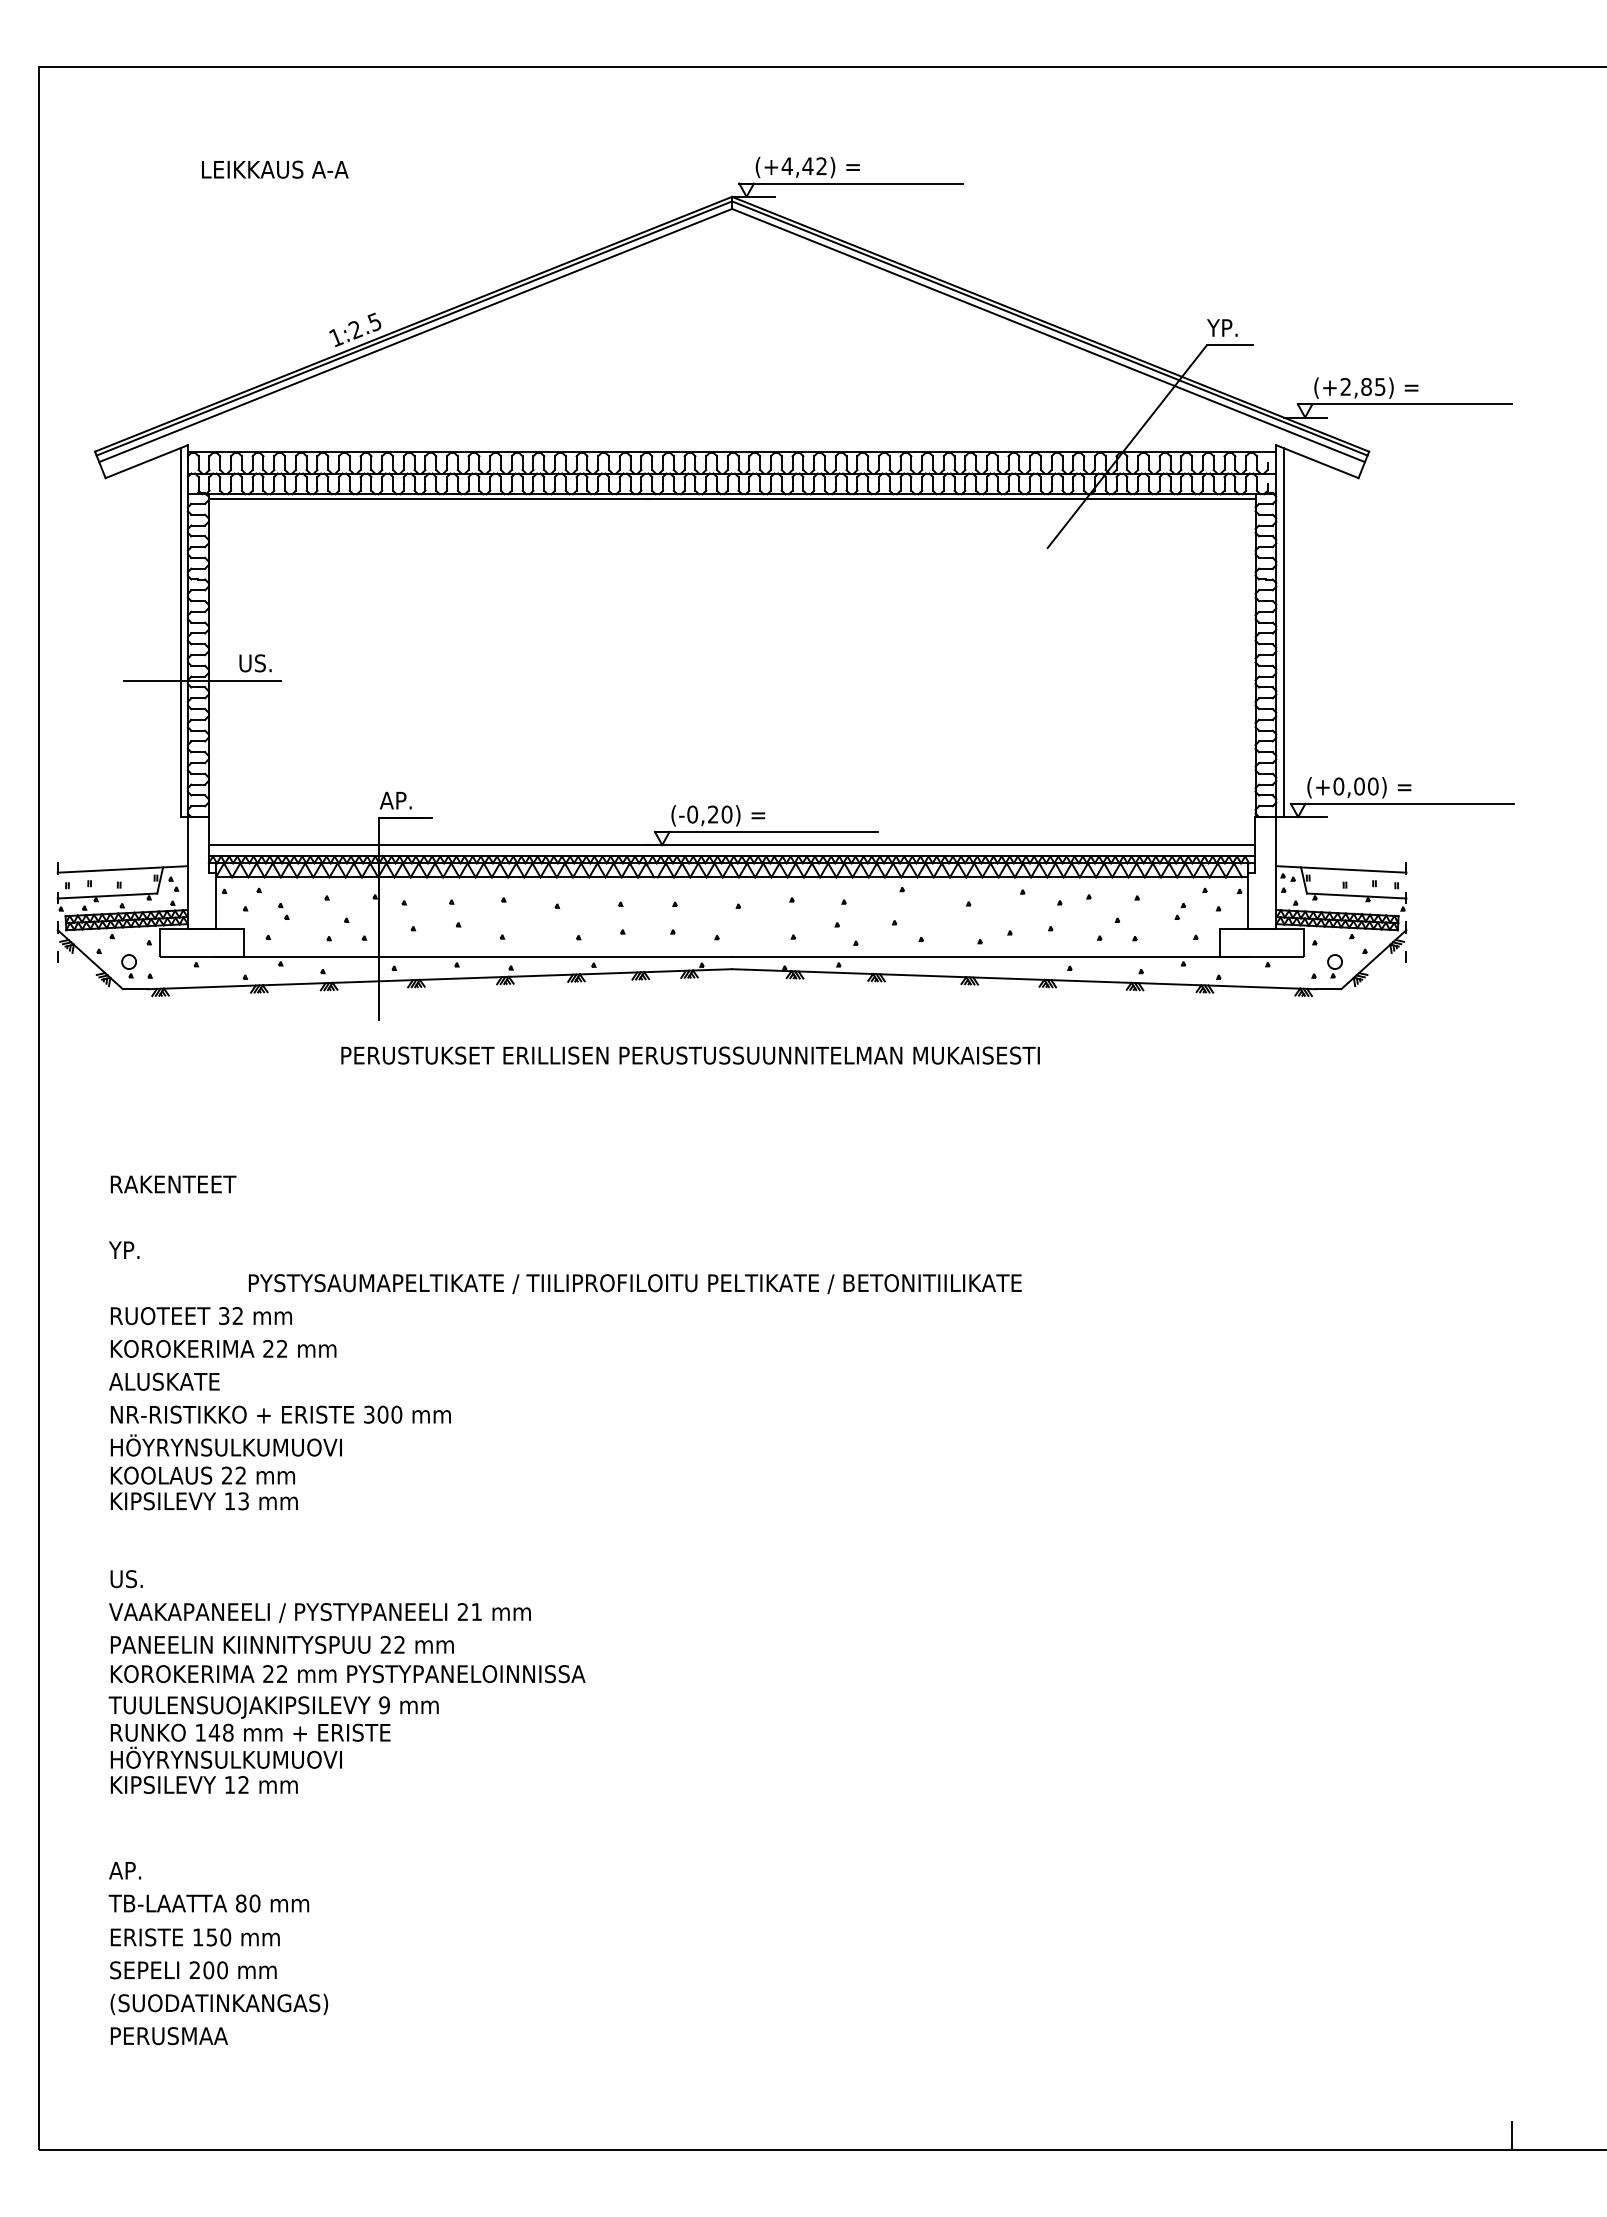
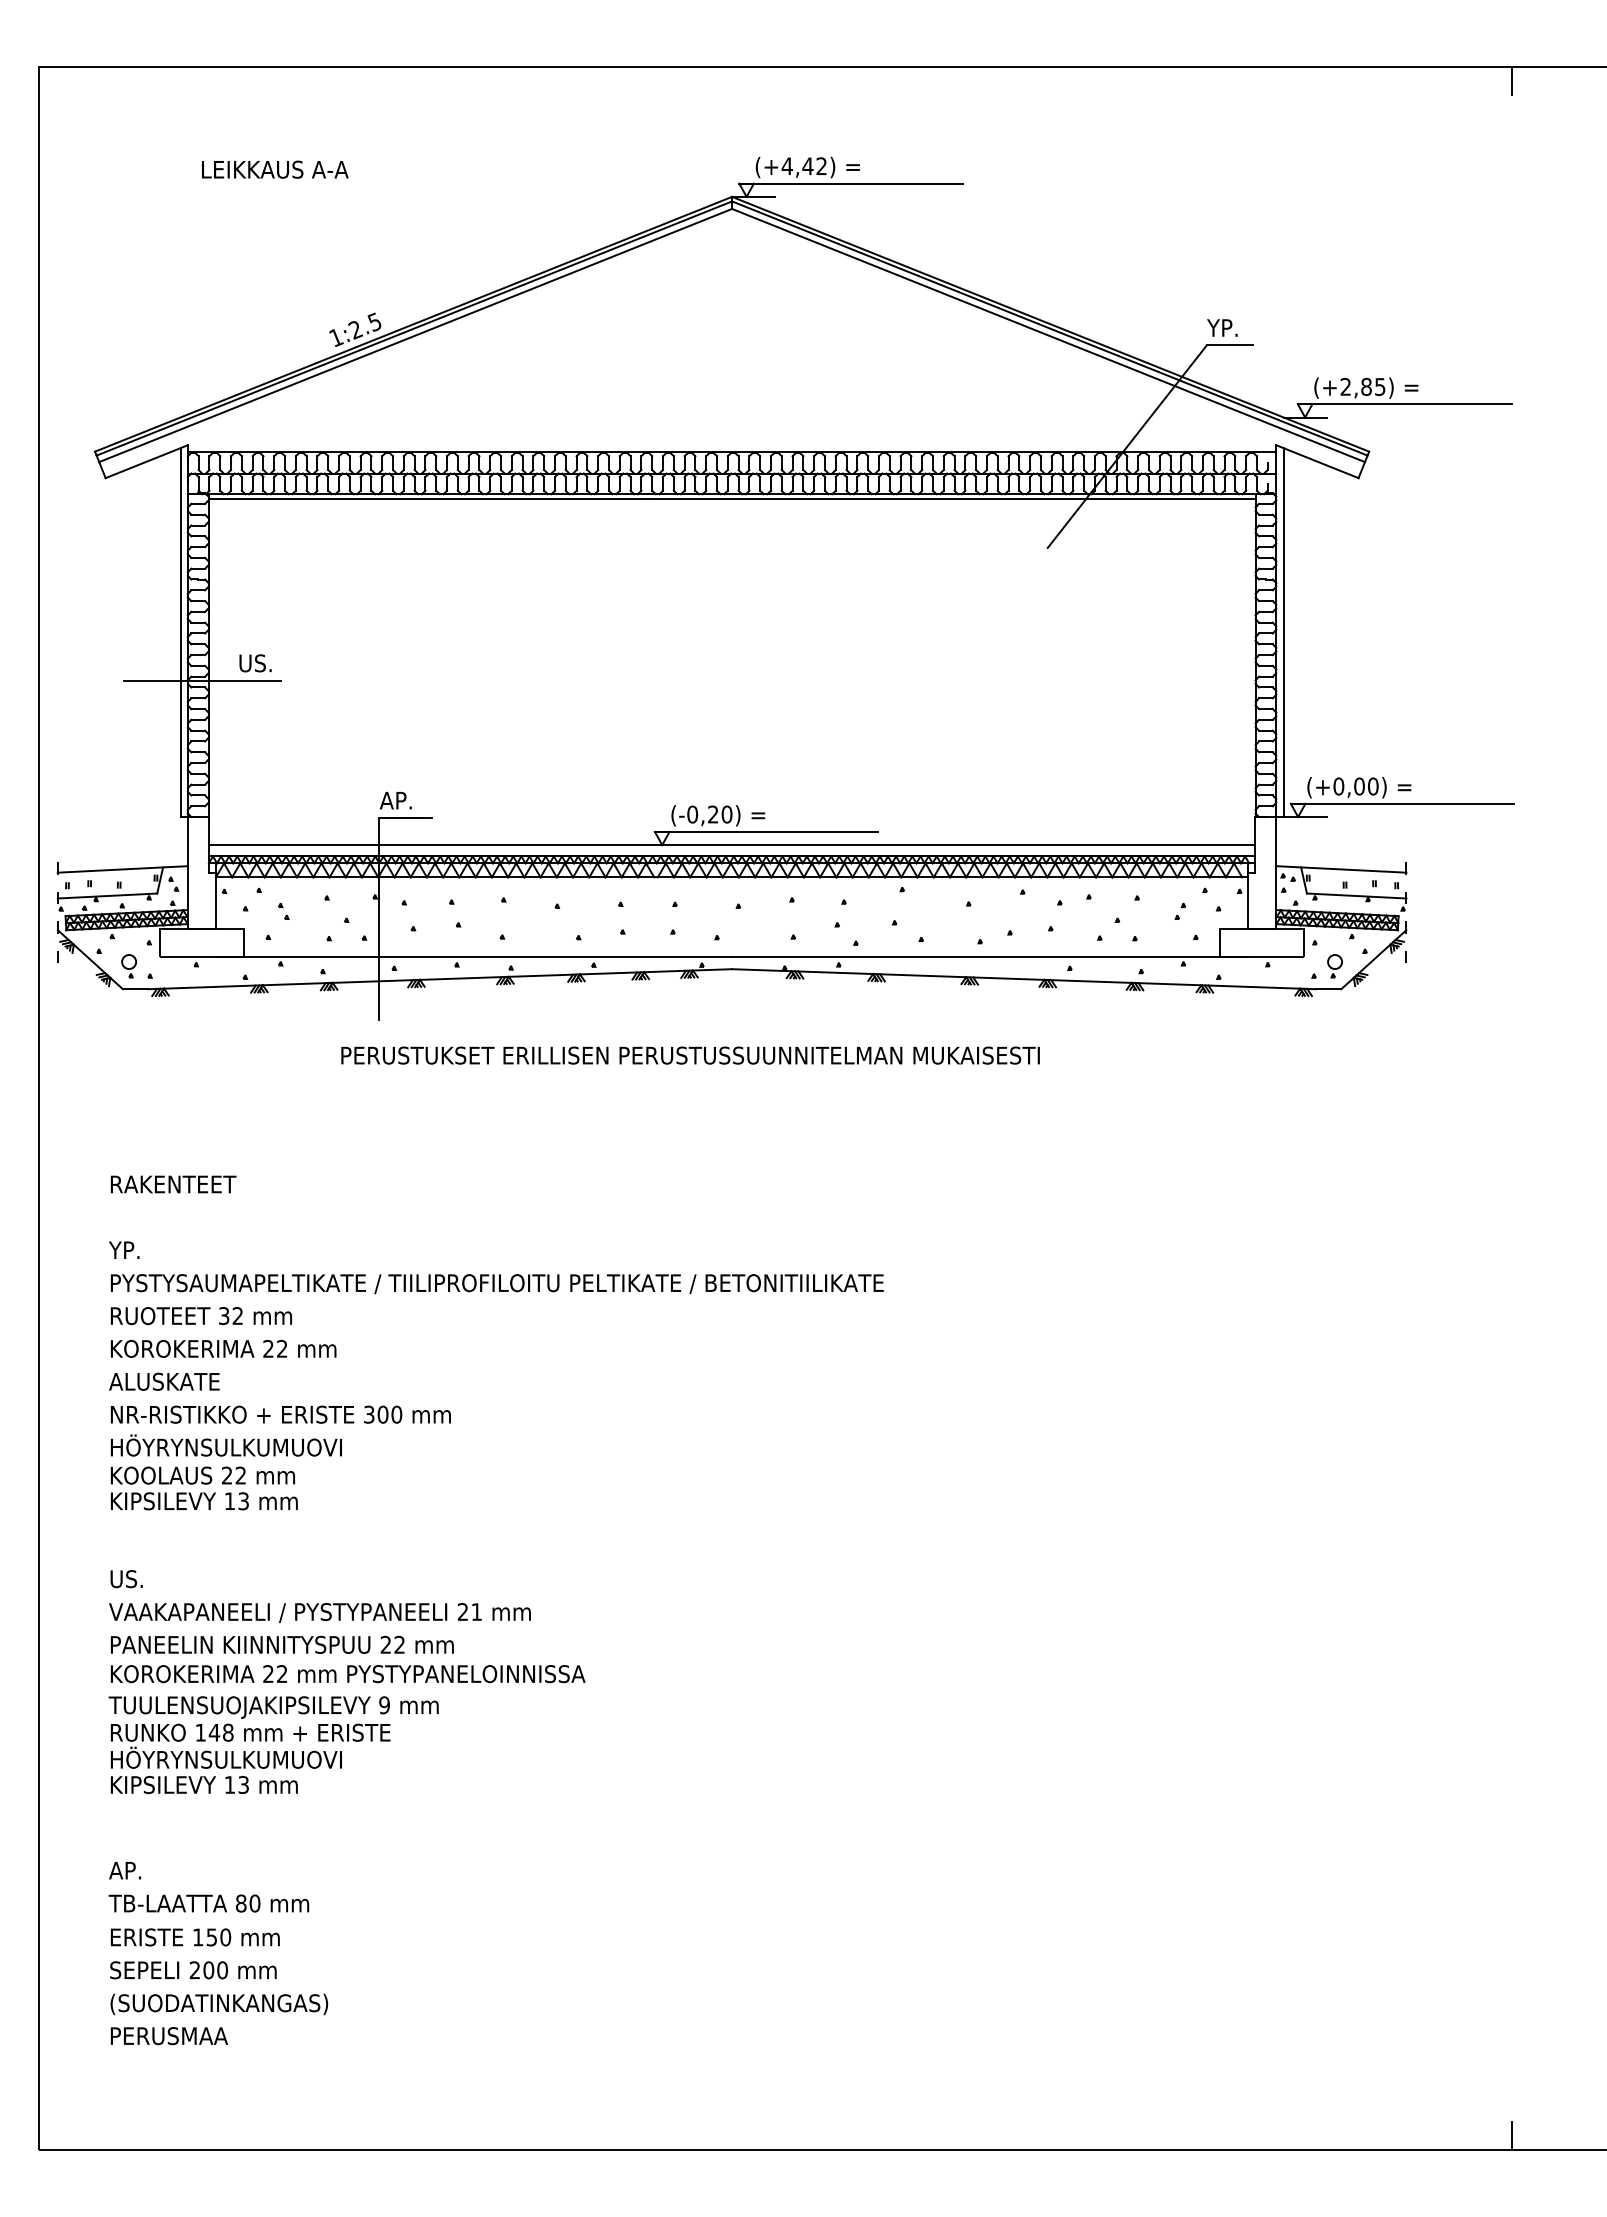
line at (1512, 80): none -> present
text at (634, 1284) position: (634, 1284) -> (496, 1284)
text at (243, 1784): 12 -> 13
